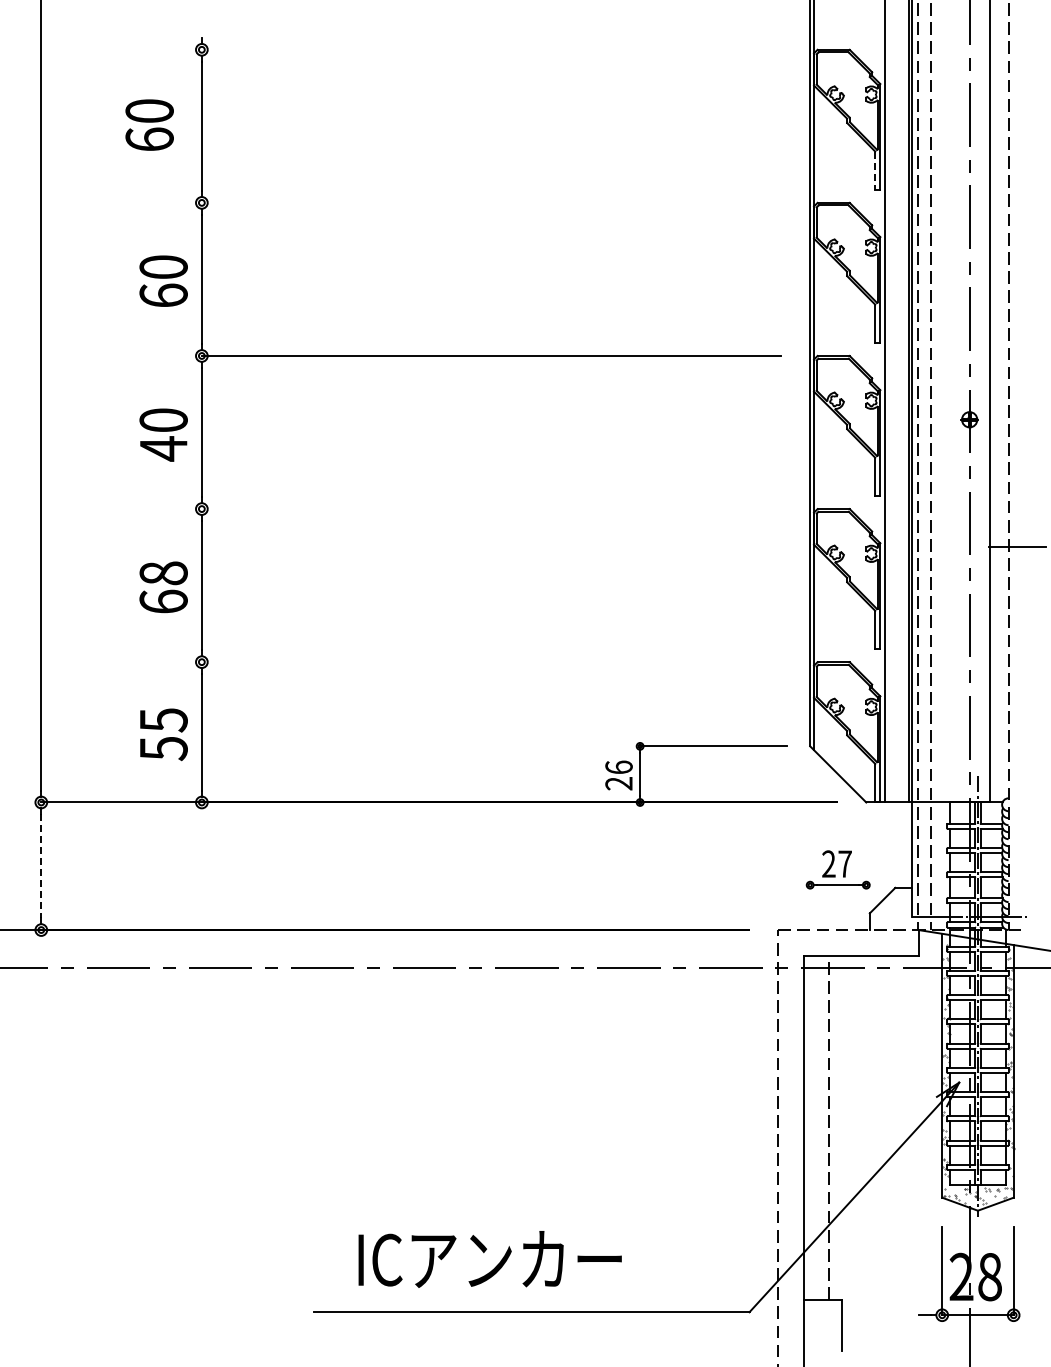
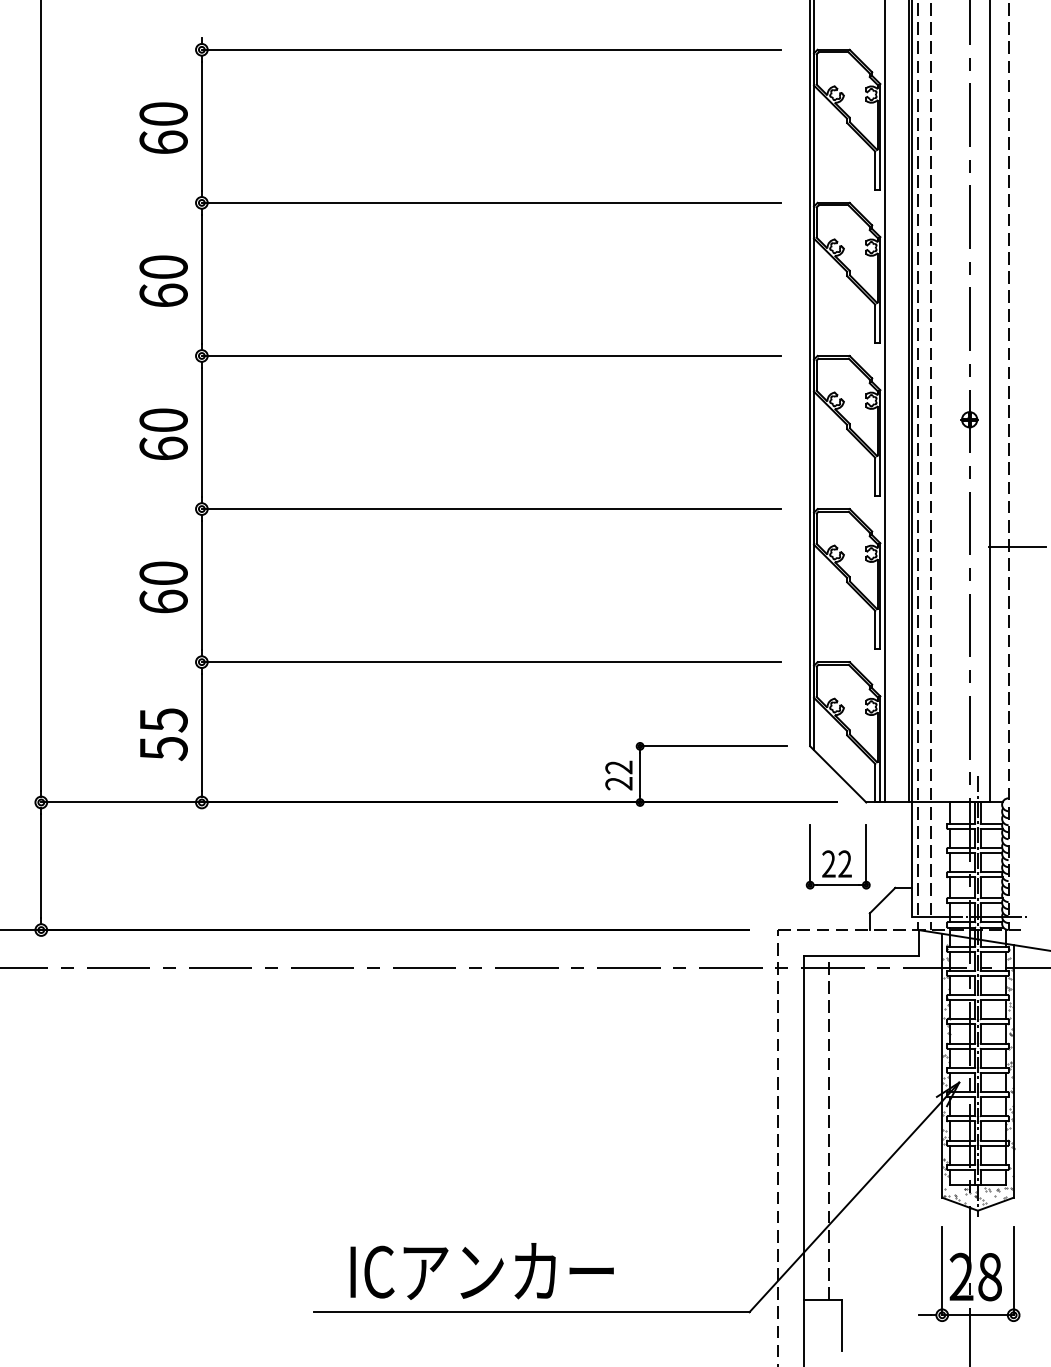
line at (490, 49): none -> present
text at (149, 124) position: (149, 124) -> (163, 127)
line at (875, 171): dashed -> solid
line at (490, 202): none -> present
text at (163, 448): 40 -> 60
line at (490, 509): none -> present
text at (163, 573): 68 -> 60
line at (490, 662): none -> present
text at (618, 767): 26 -> 22
line at (810, 855): none -> present
line at (866, 855): none -> present
text at (844, 863): 27 -> 22
line at (41, 866): dashed -> solid
text at (489, 1259) position: (489, 1259) -> (481, 1271)
